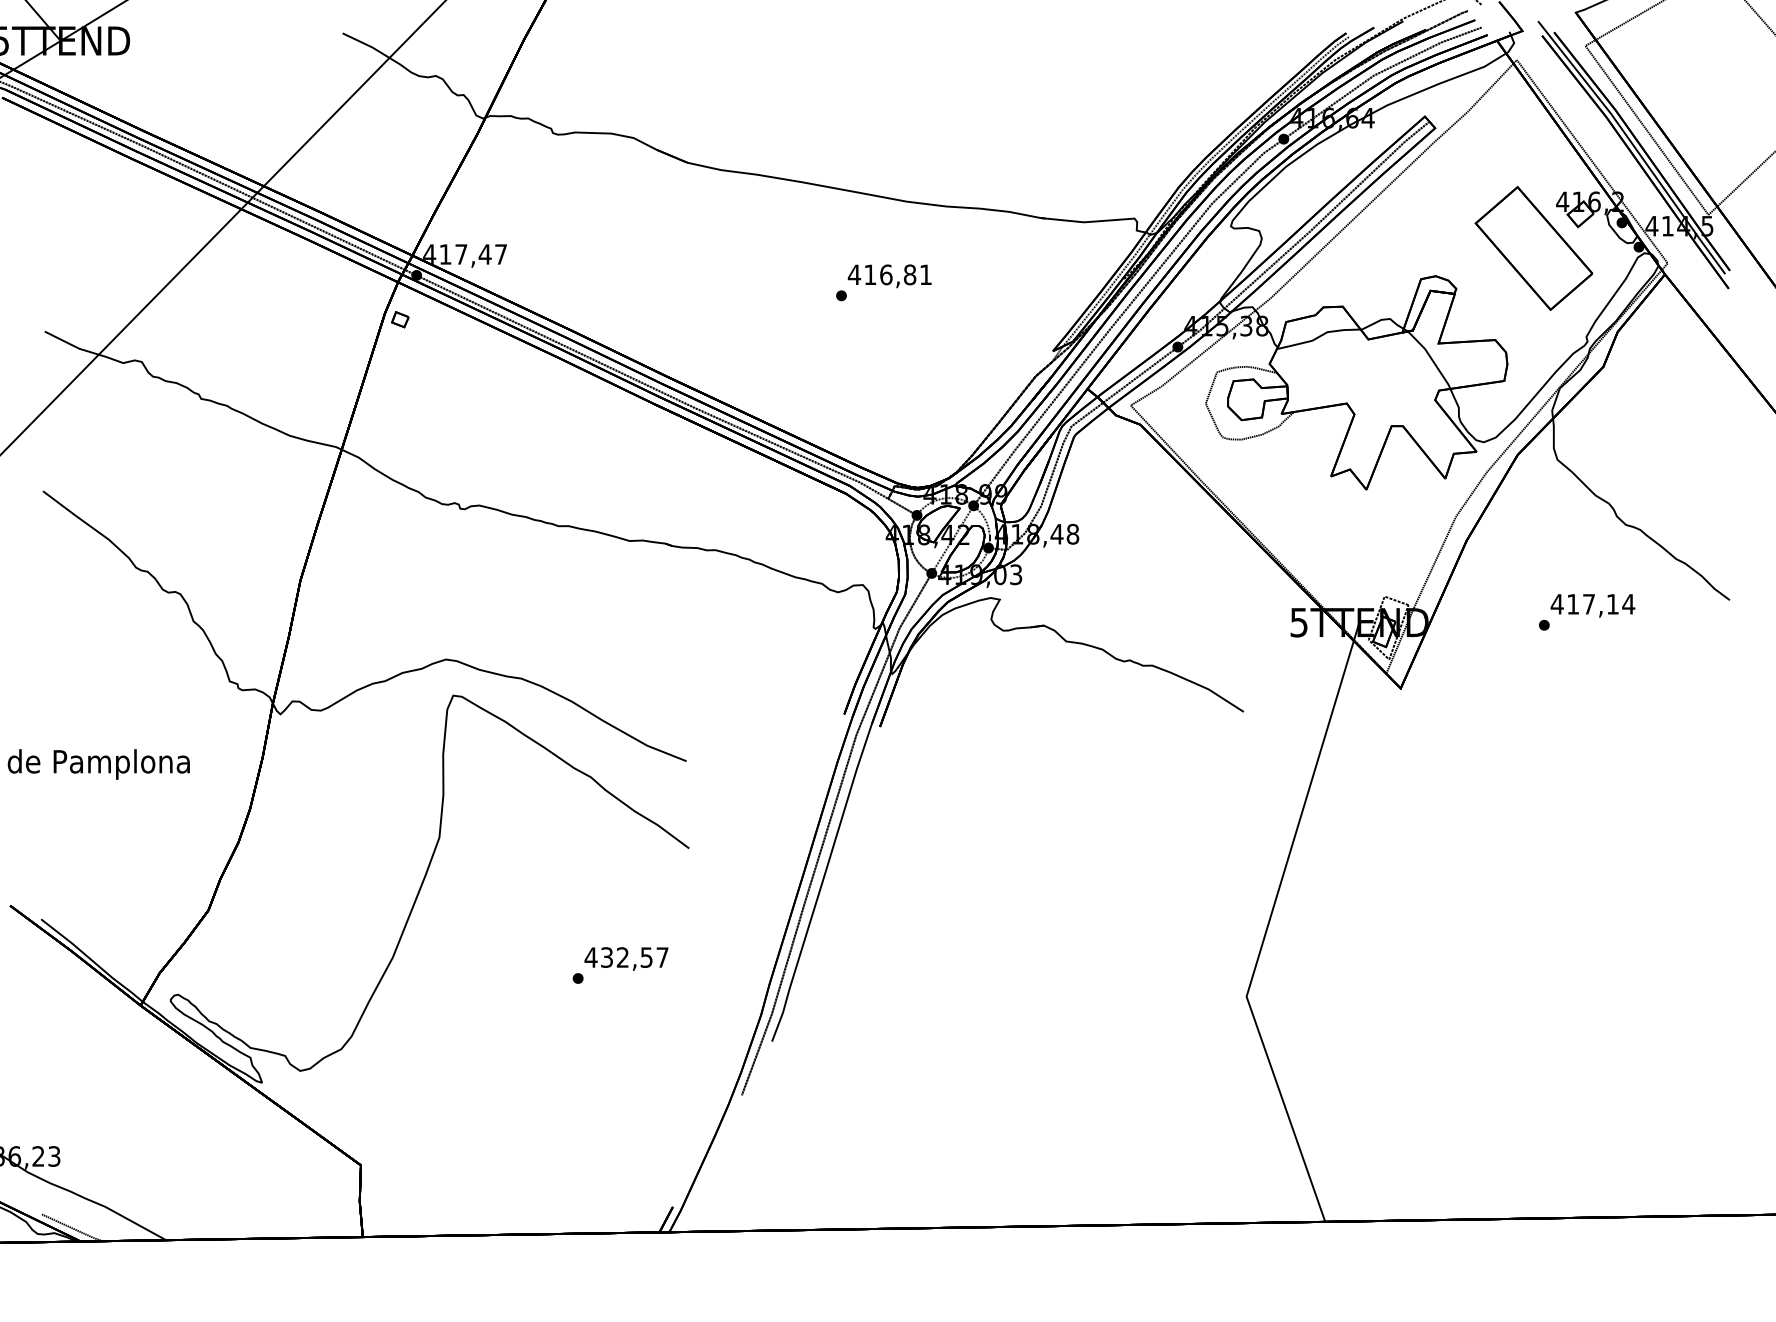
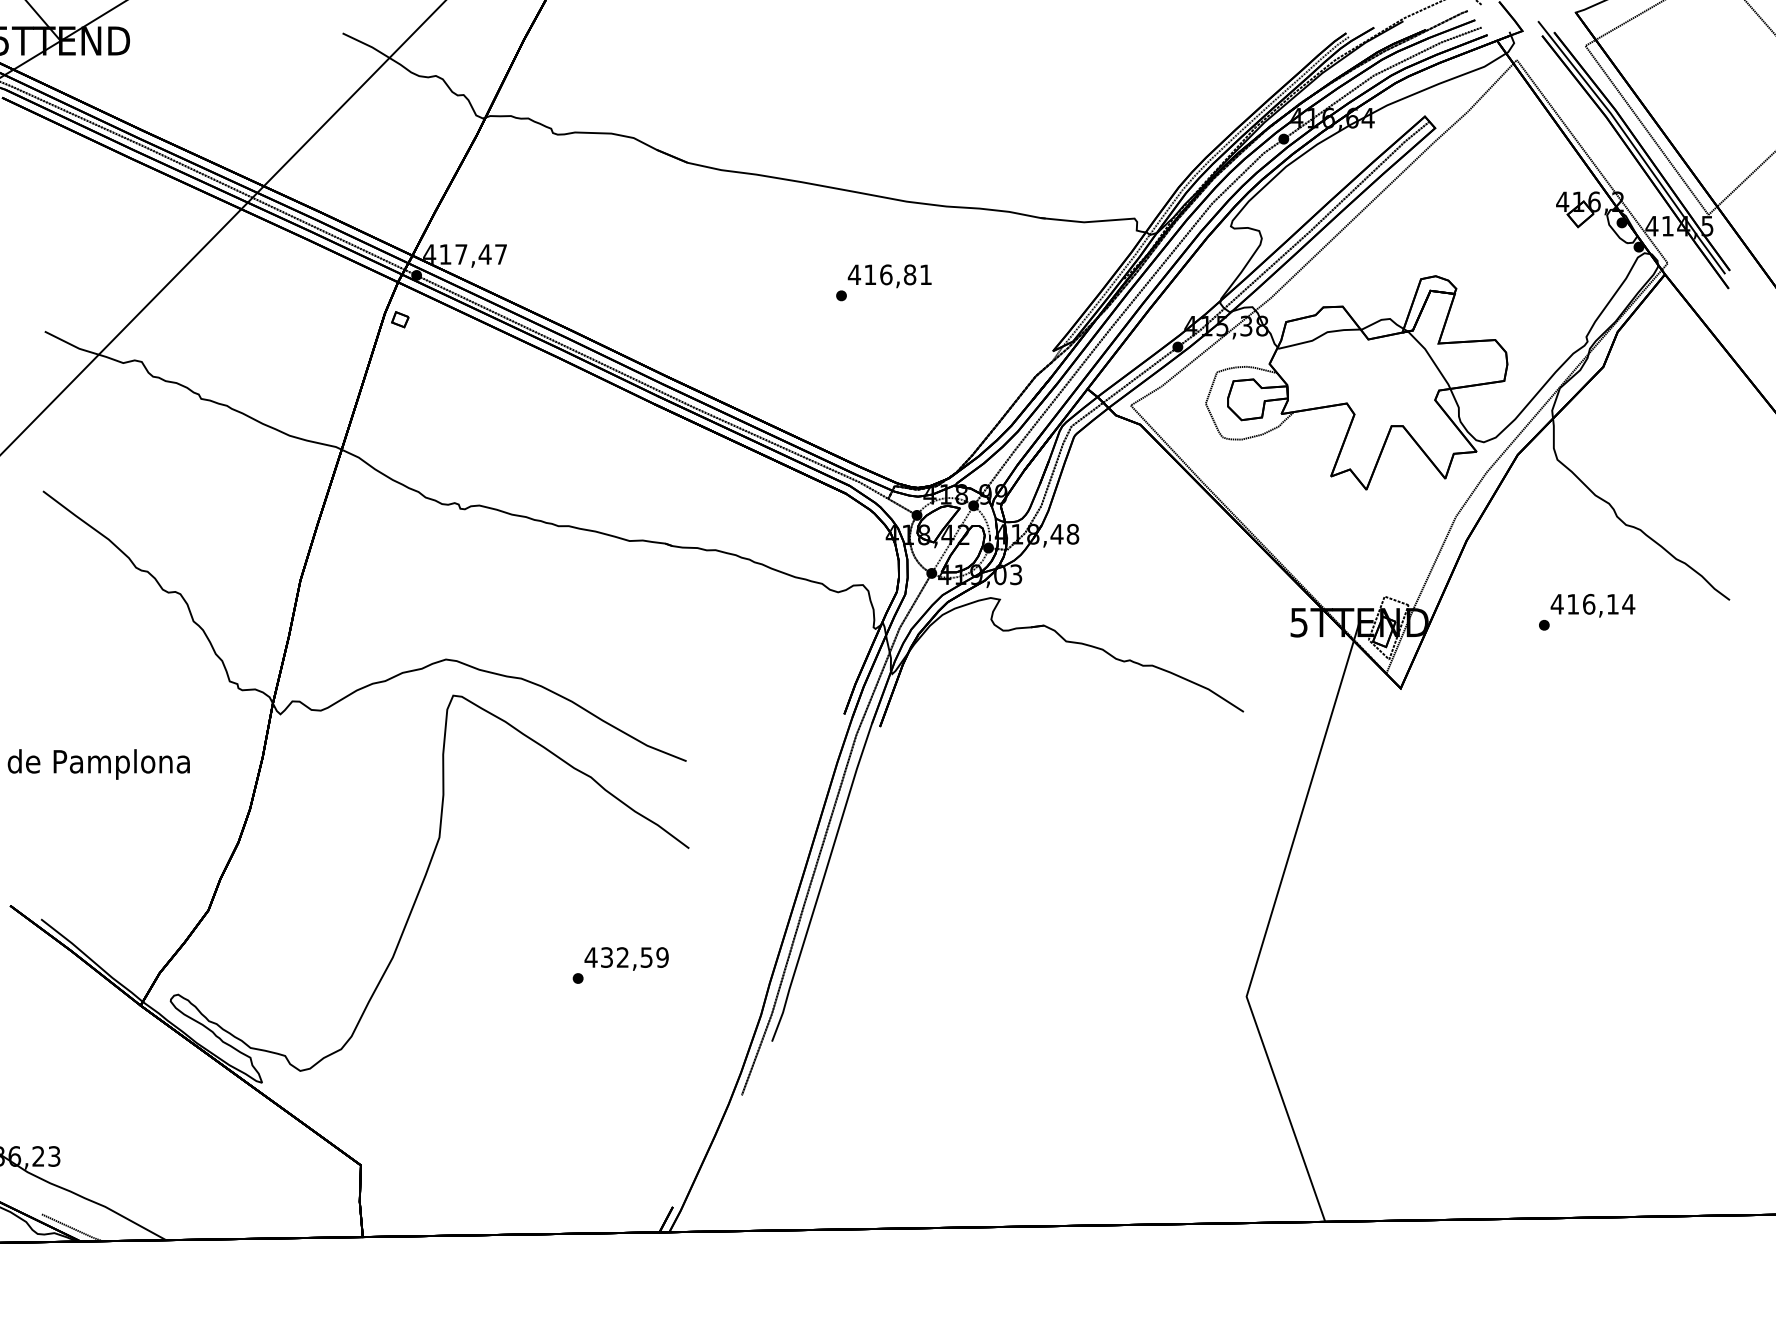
part at (1533, 248): present -> none
text at (1589, 603): 417,14 -> 416,14
text at (662, 957): 432,57 -> 432,59
